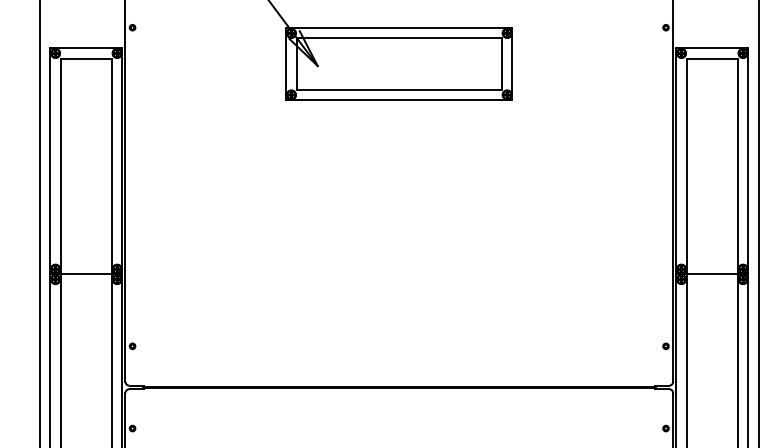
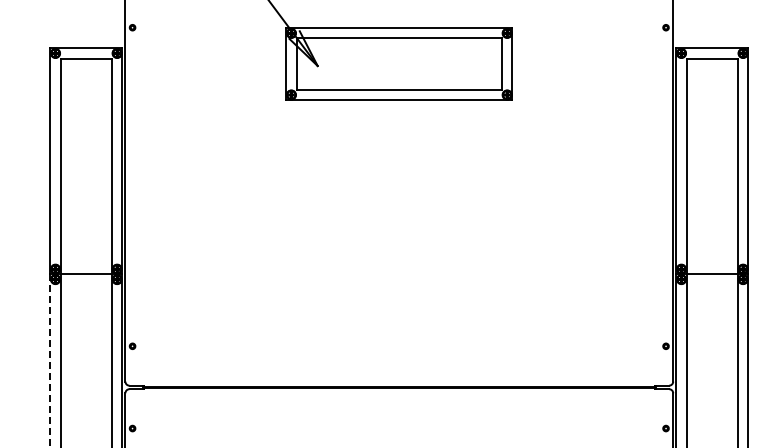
line at (40, 223): present -> none
line at (758, 223): present -> none
line at (50, 361): solid -> dashed
